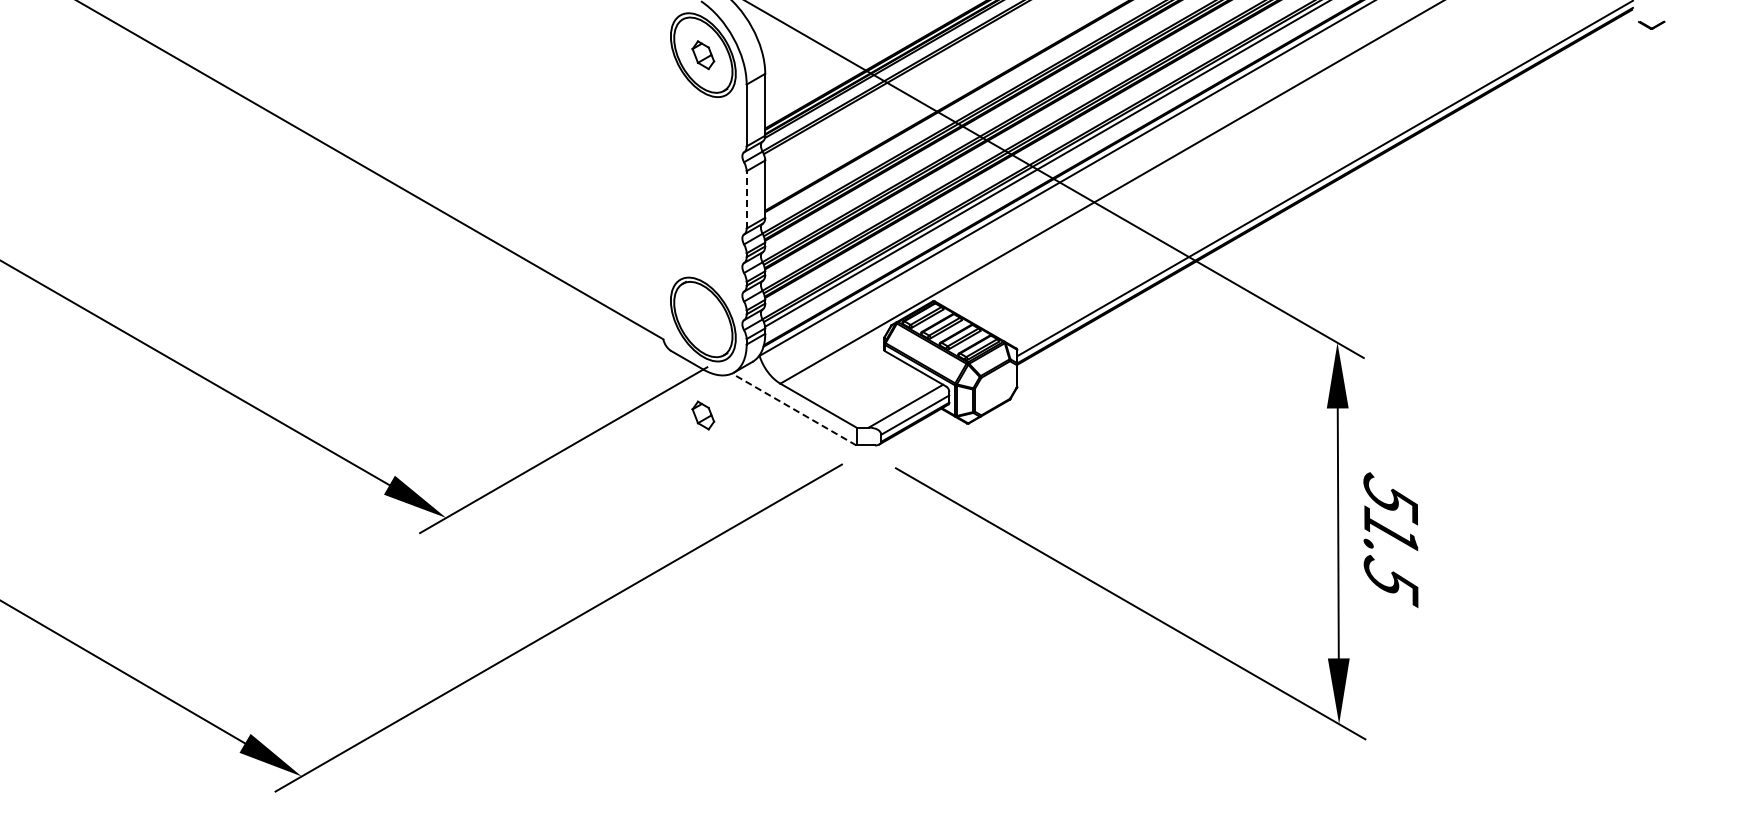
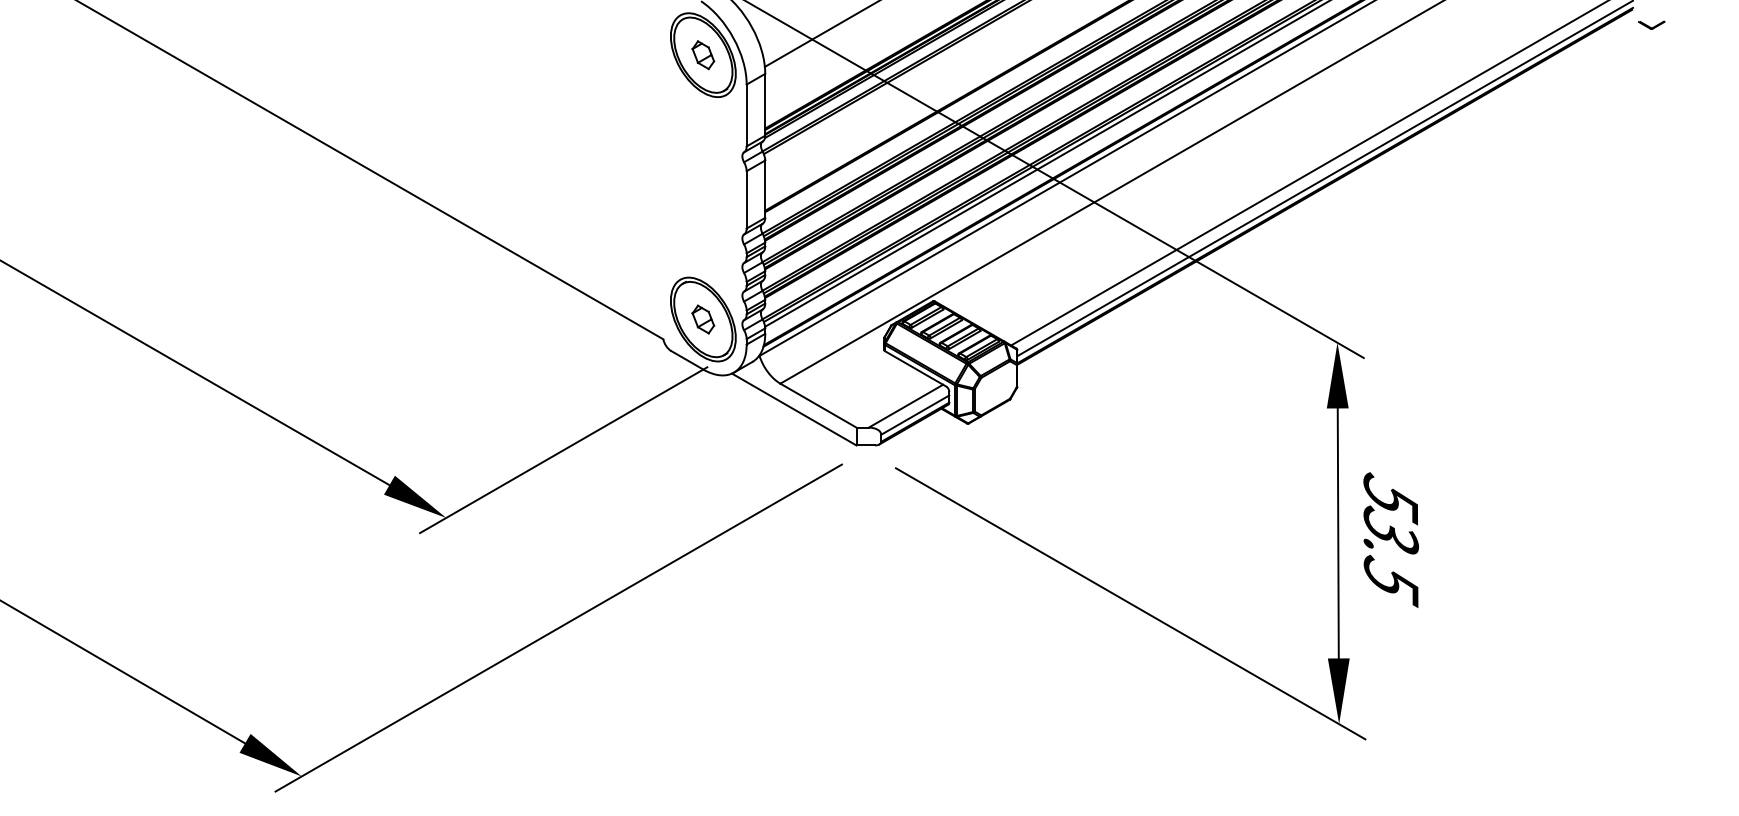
line at (820, 34): none -> present
line at (1308, 173): none -> present
line at (746, 199): dashed -> solid
line at (794, 409): dashed -> solid
part at (703, 415) position: (703, 415) -> (703, 319)
text at (1390, 529): 51.5 -> 53.5
